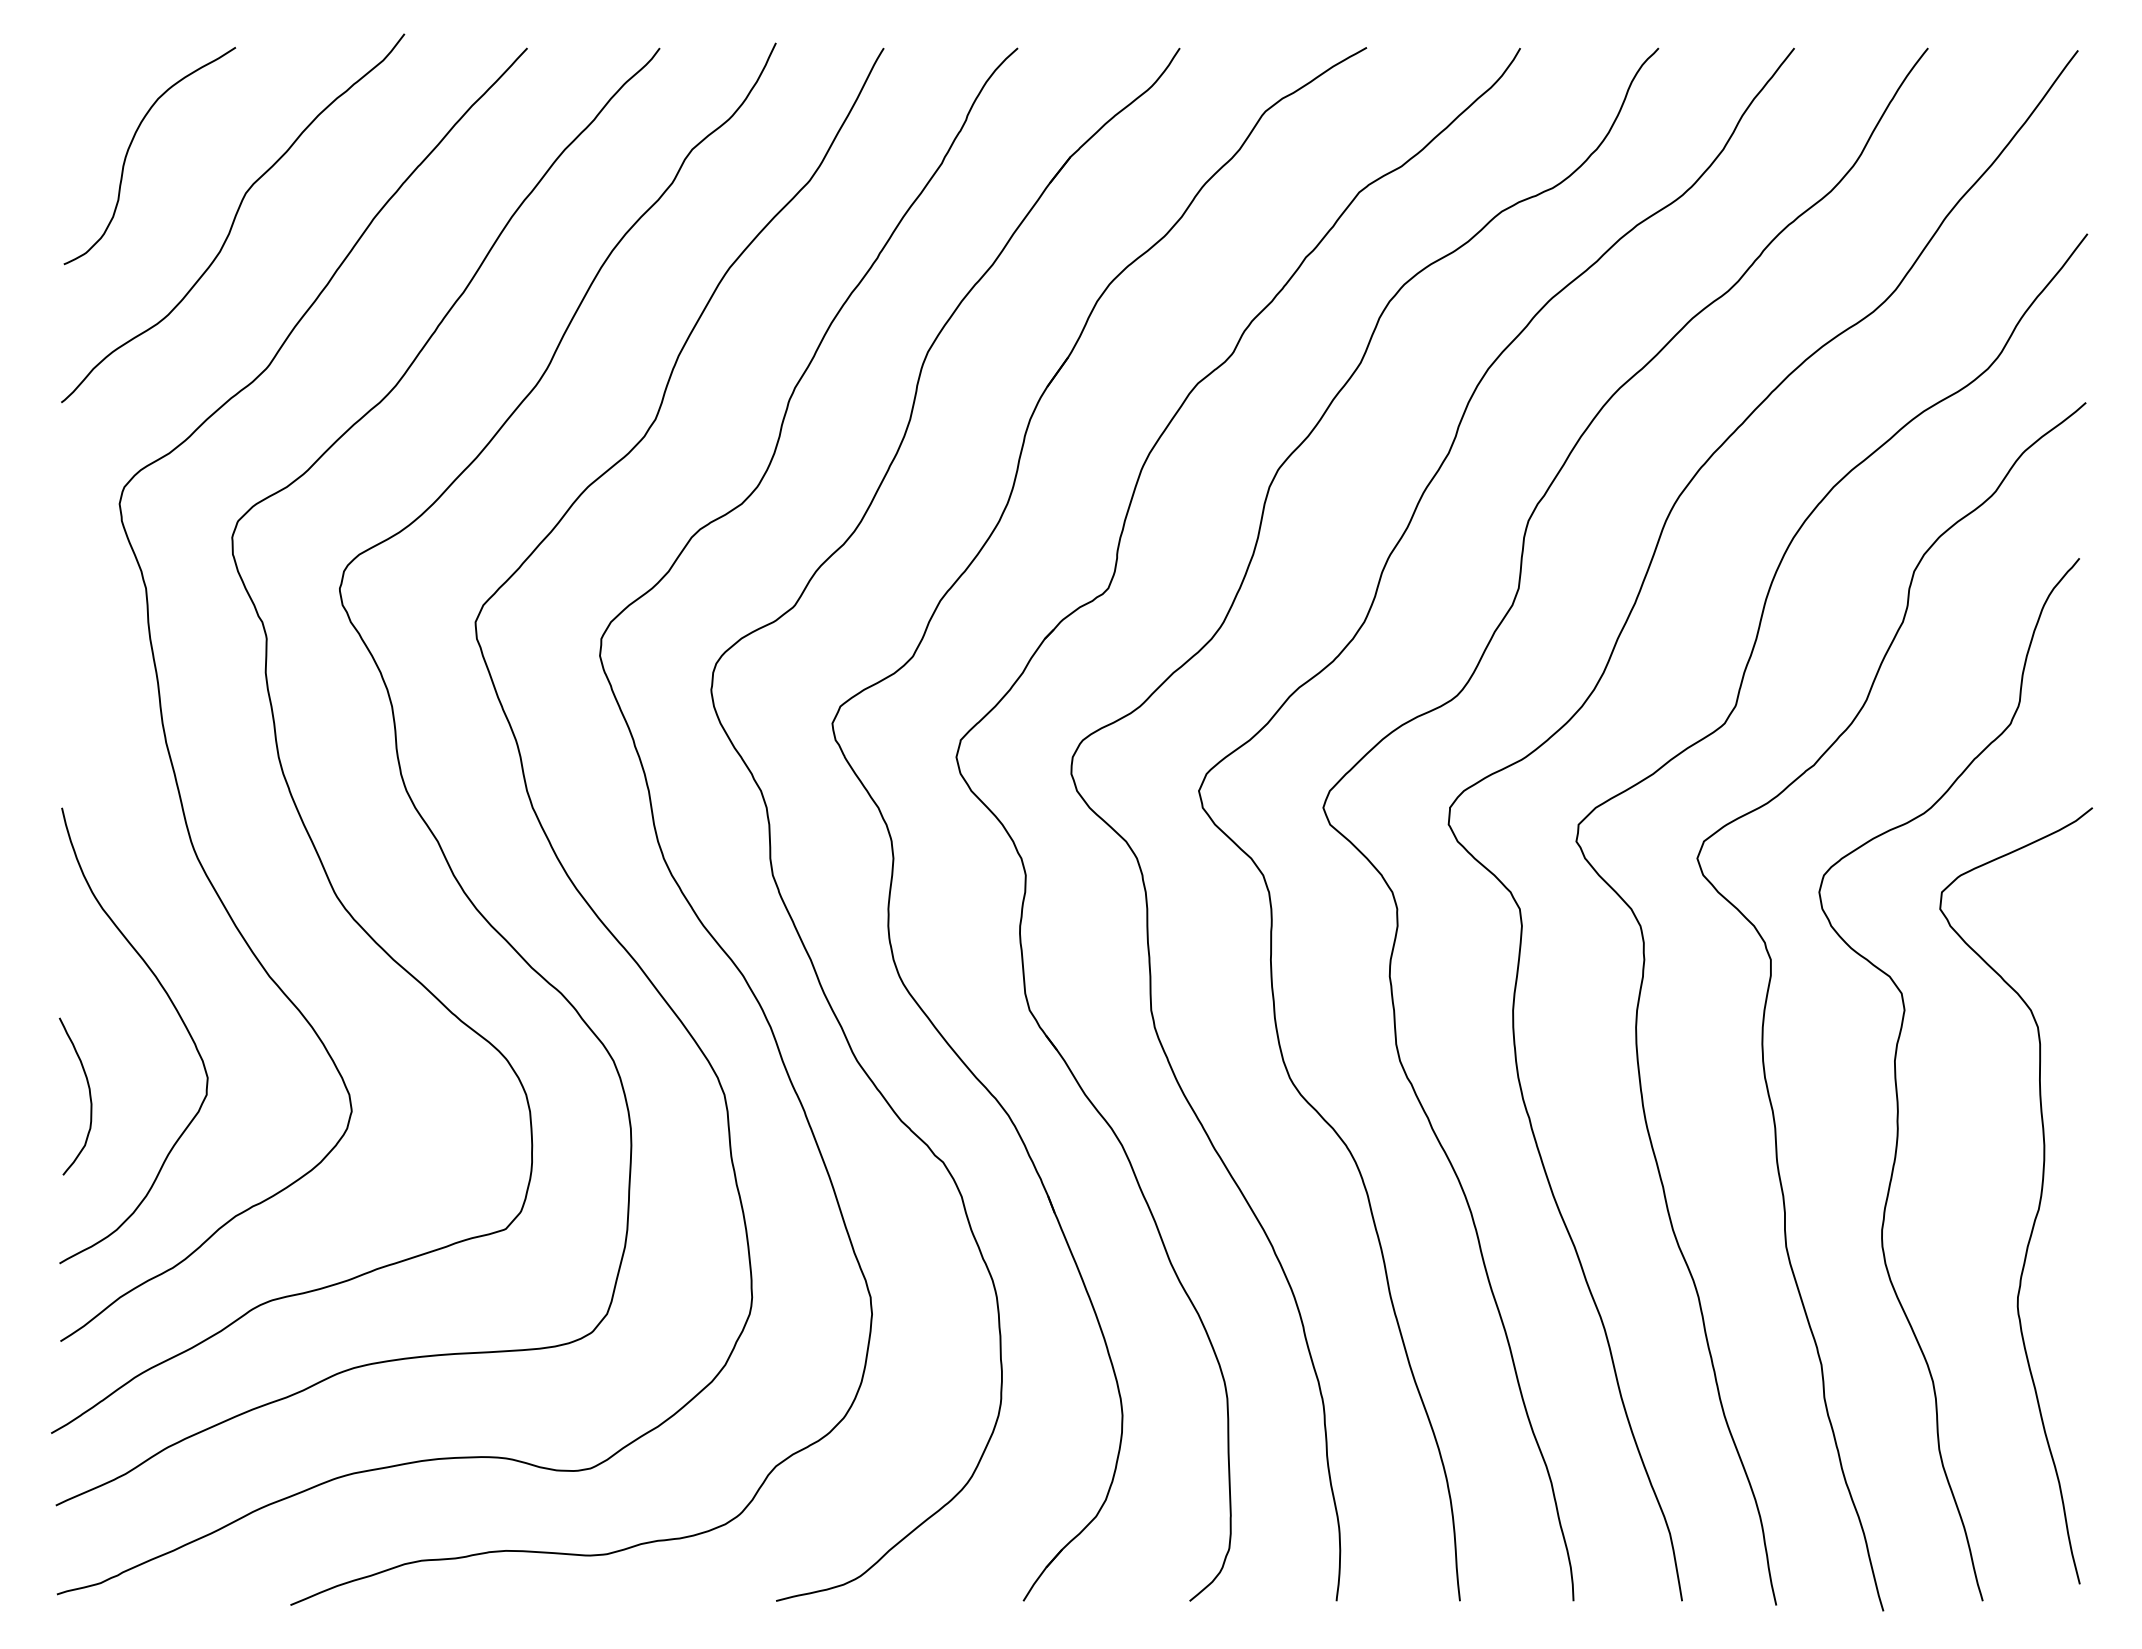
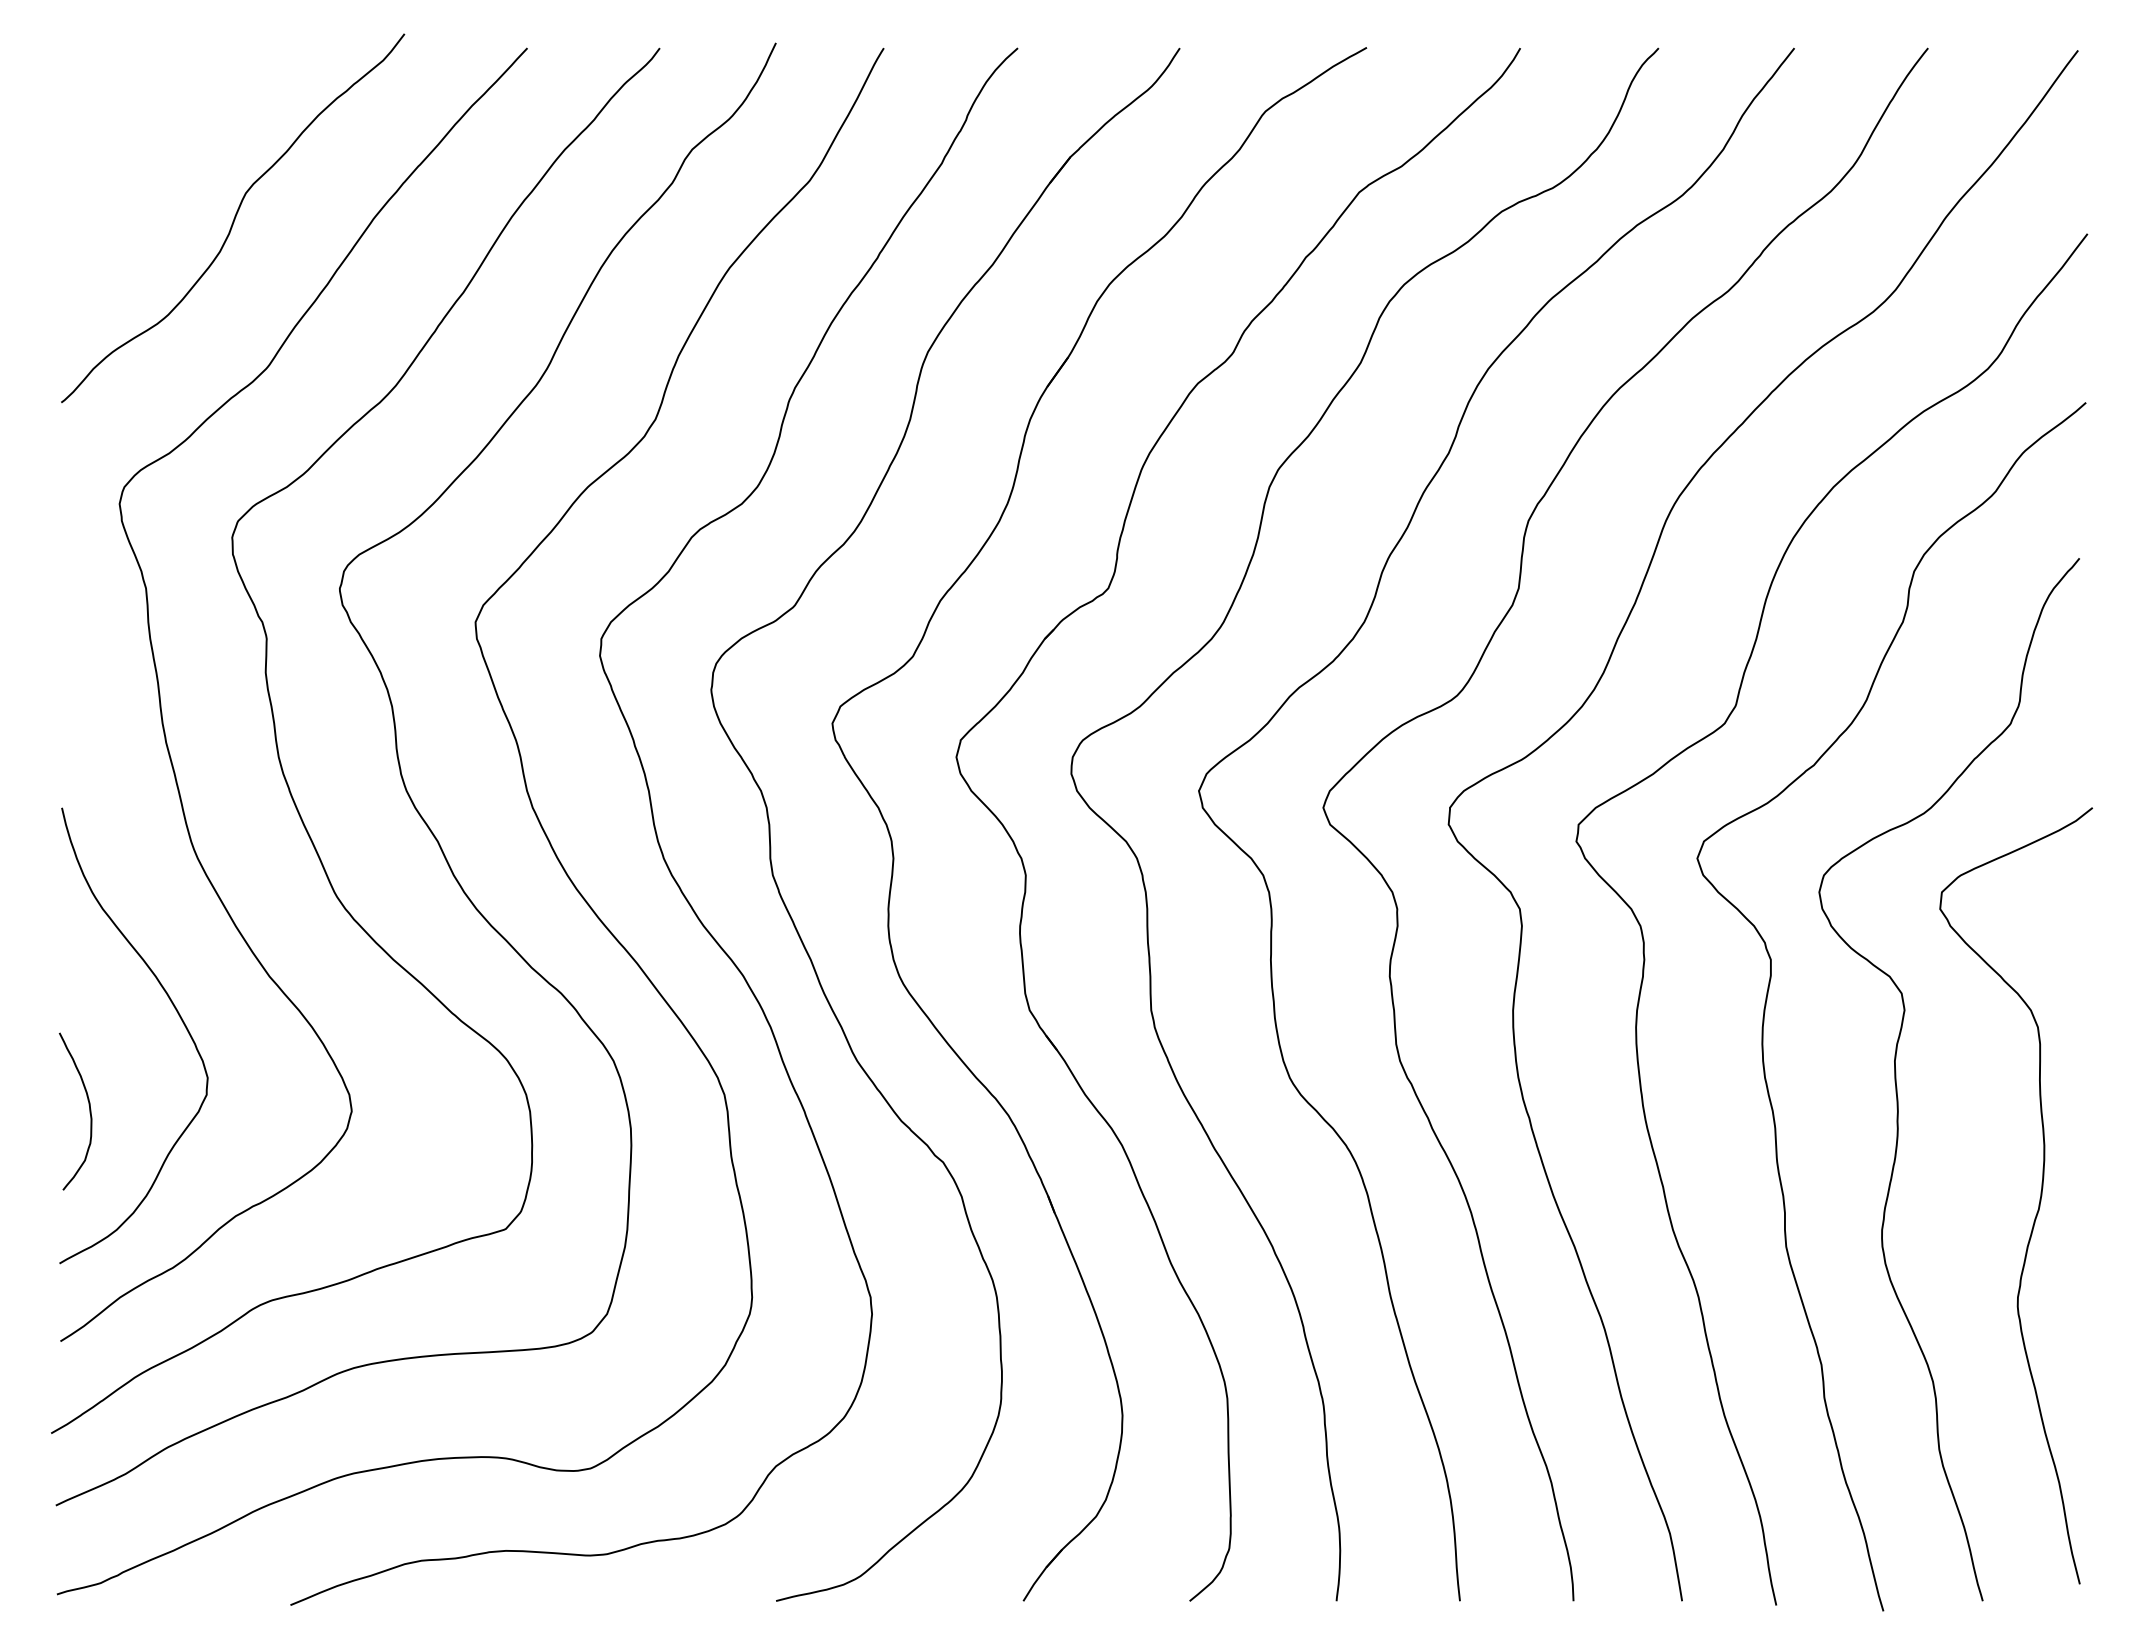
curve at (130, 147): present -> none
curve at (89, 1096) position: (89, 1096) -> (89, 1111)
